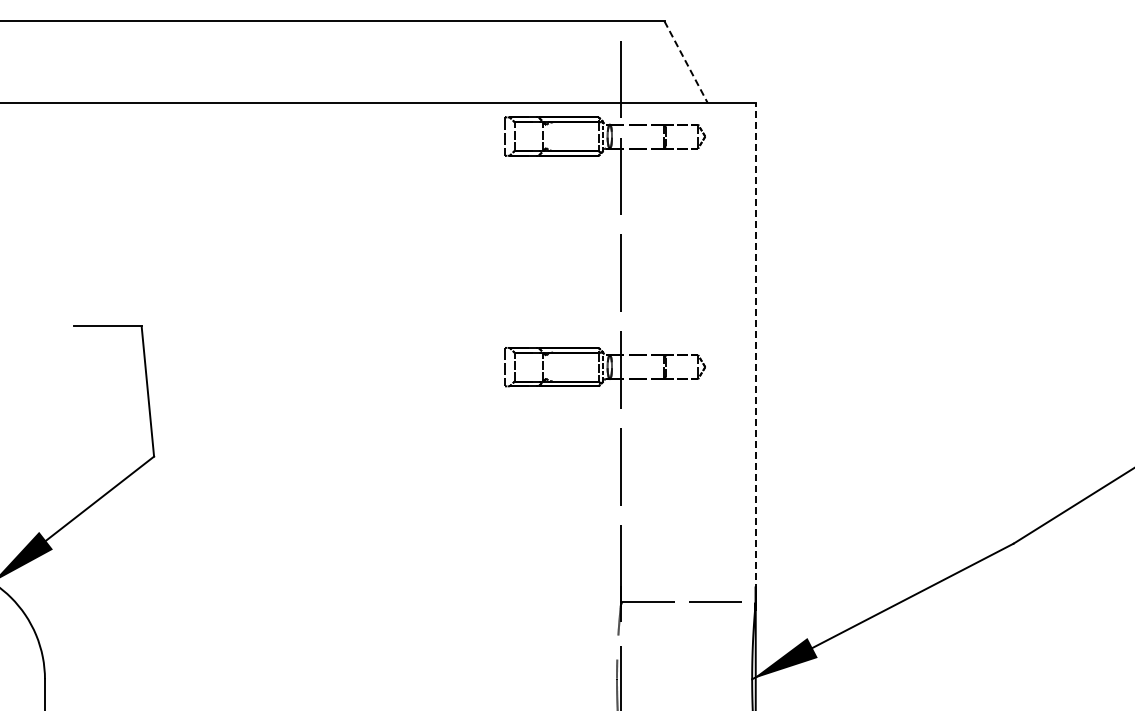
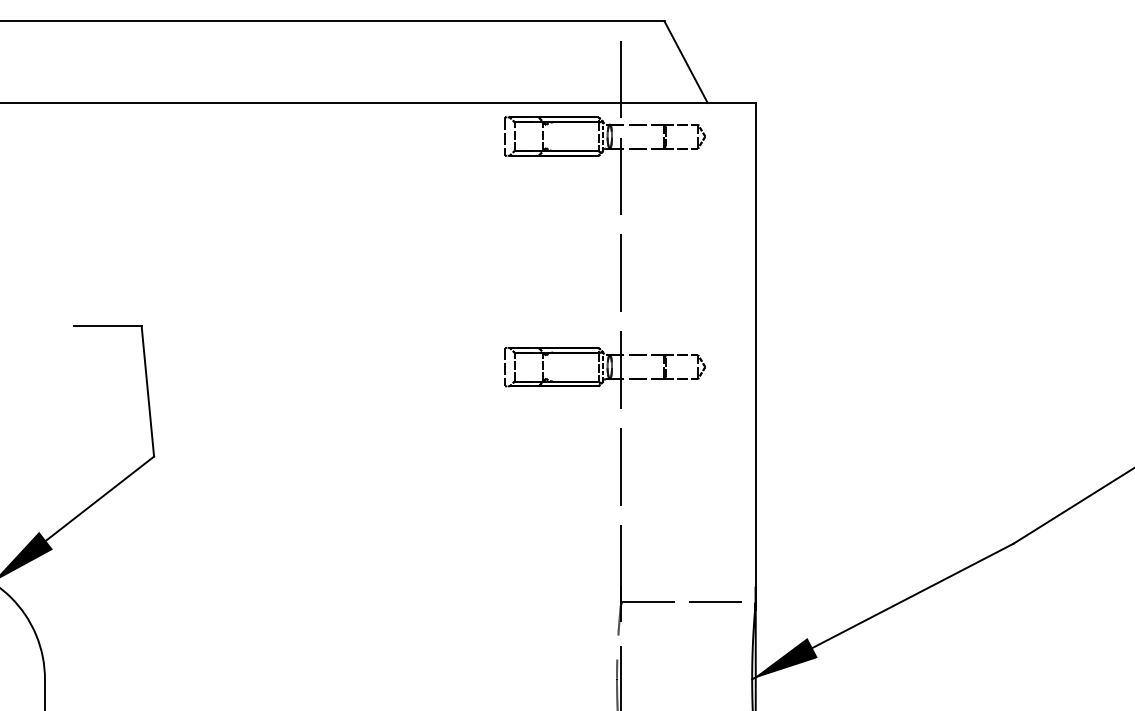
line at (686, 62): dashed -> solid
line at (755, 352): dashed -> solid
